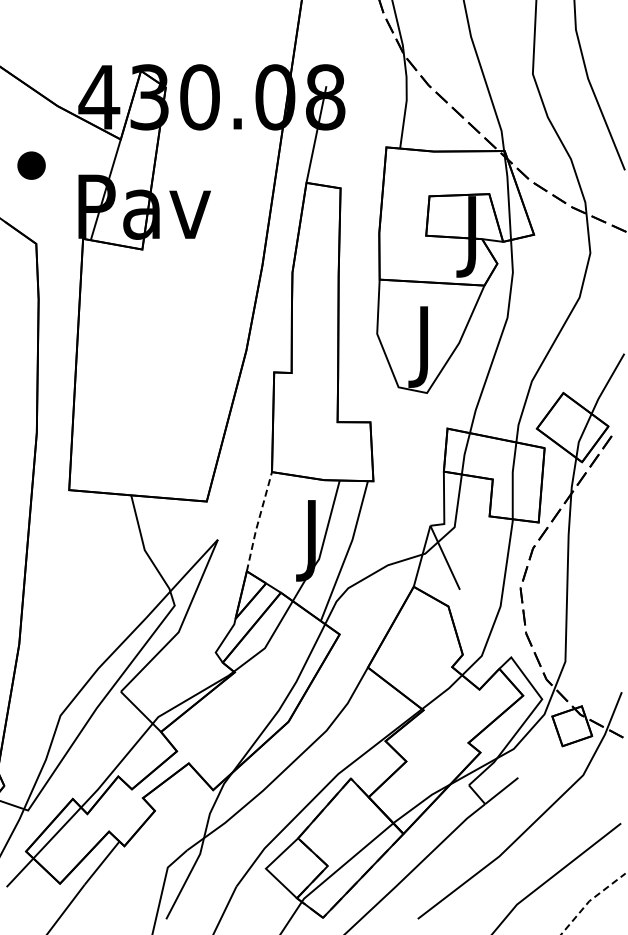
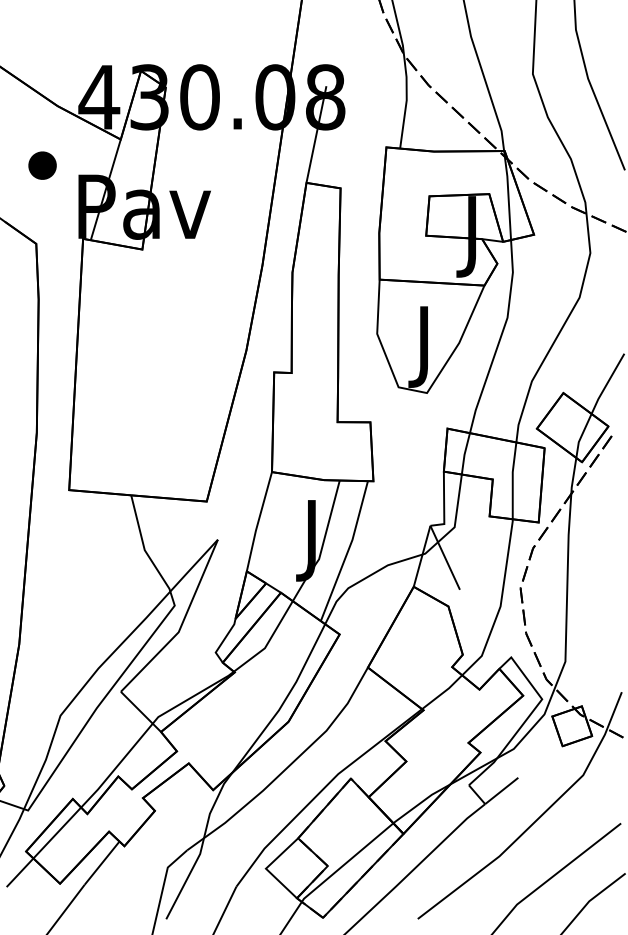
part at (31, 165) position: (31, 165) -> (42, 165)
line at (258, 522): dashed -> solid
line at (590, 900): dashed -> solid
